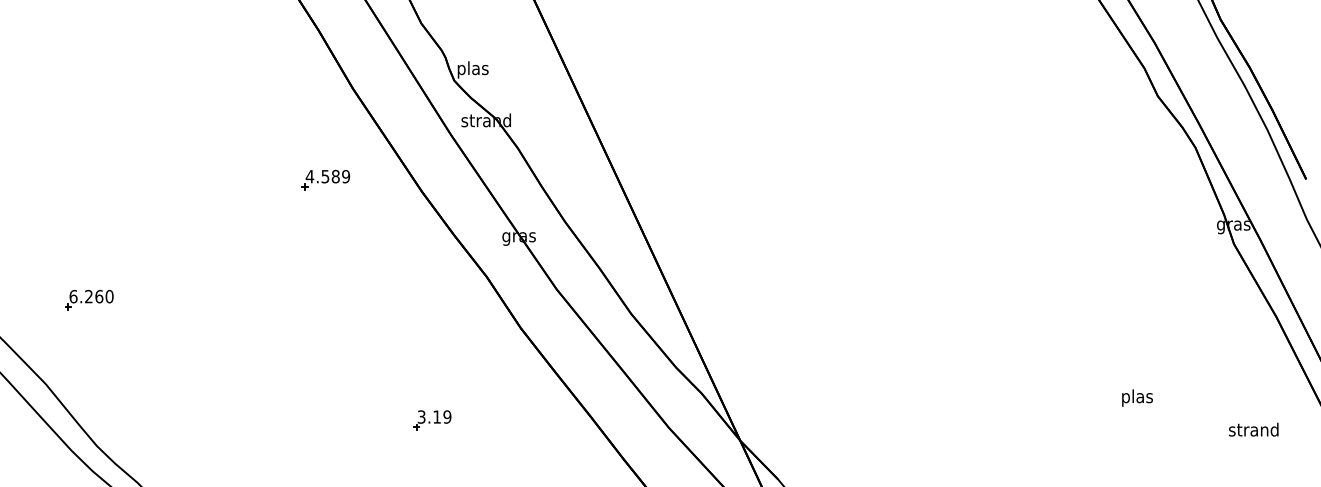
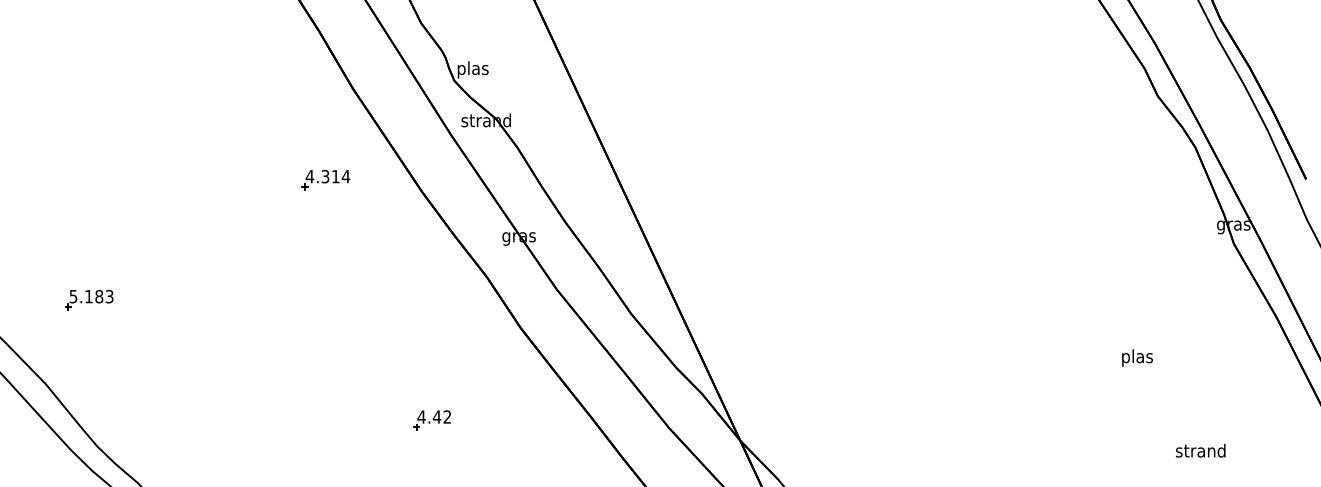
text at (336, 176): 4.589 -> 4.314
text at (91, 296): 6.260 -> 5.183
text at (1137, 397) position: (1137, 397) -> (1137, 357)
text at (434, 416): 3.19 -> 4.42
text at (1253, 429) position: (1253, 429) -> (1200, 450)
